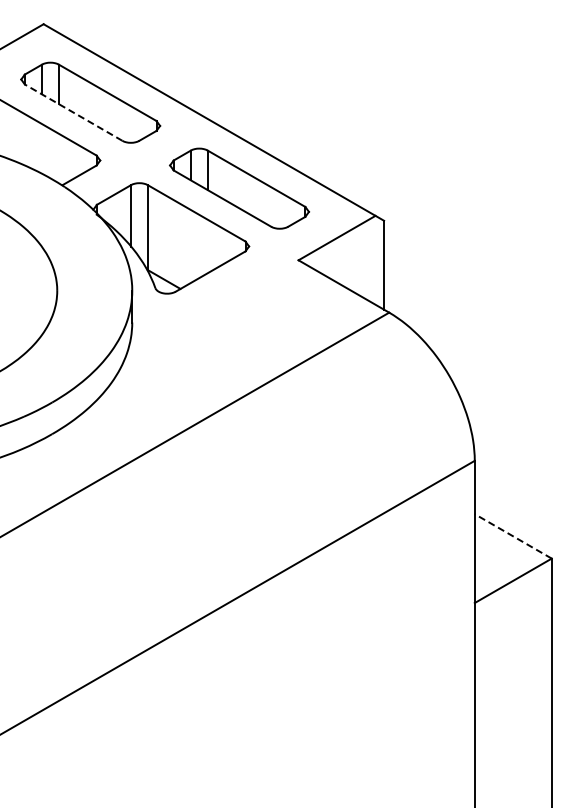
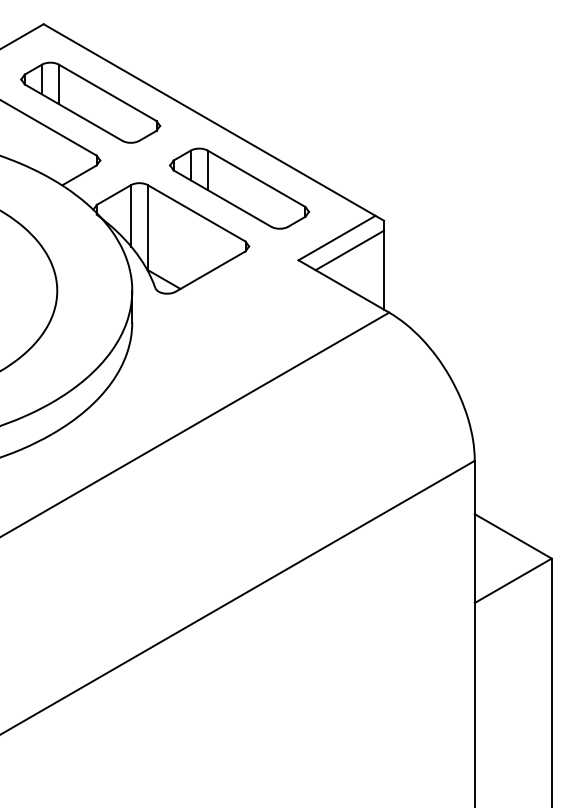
line at (73, 112): dashed -> solid
line at (349, 250): none -> present
line at (512, 536): dashed -> solid
